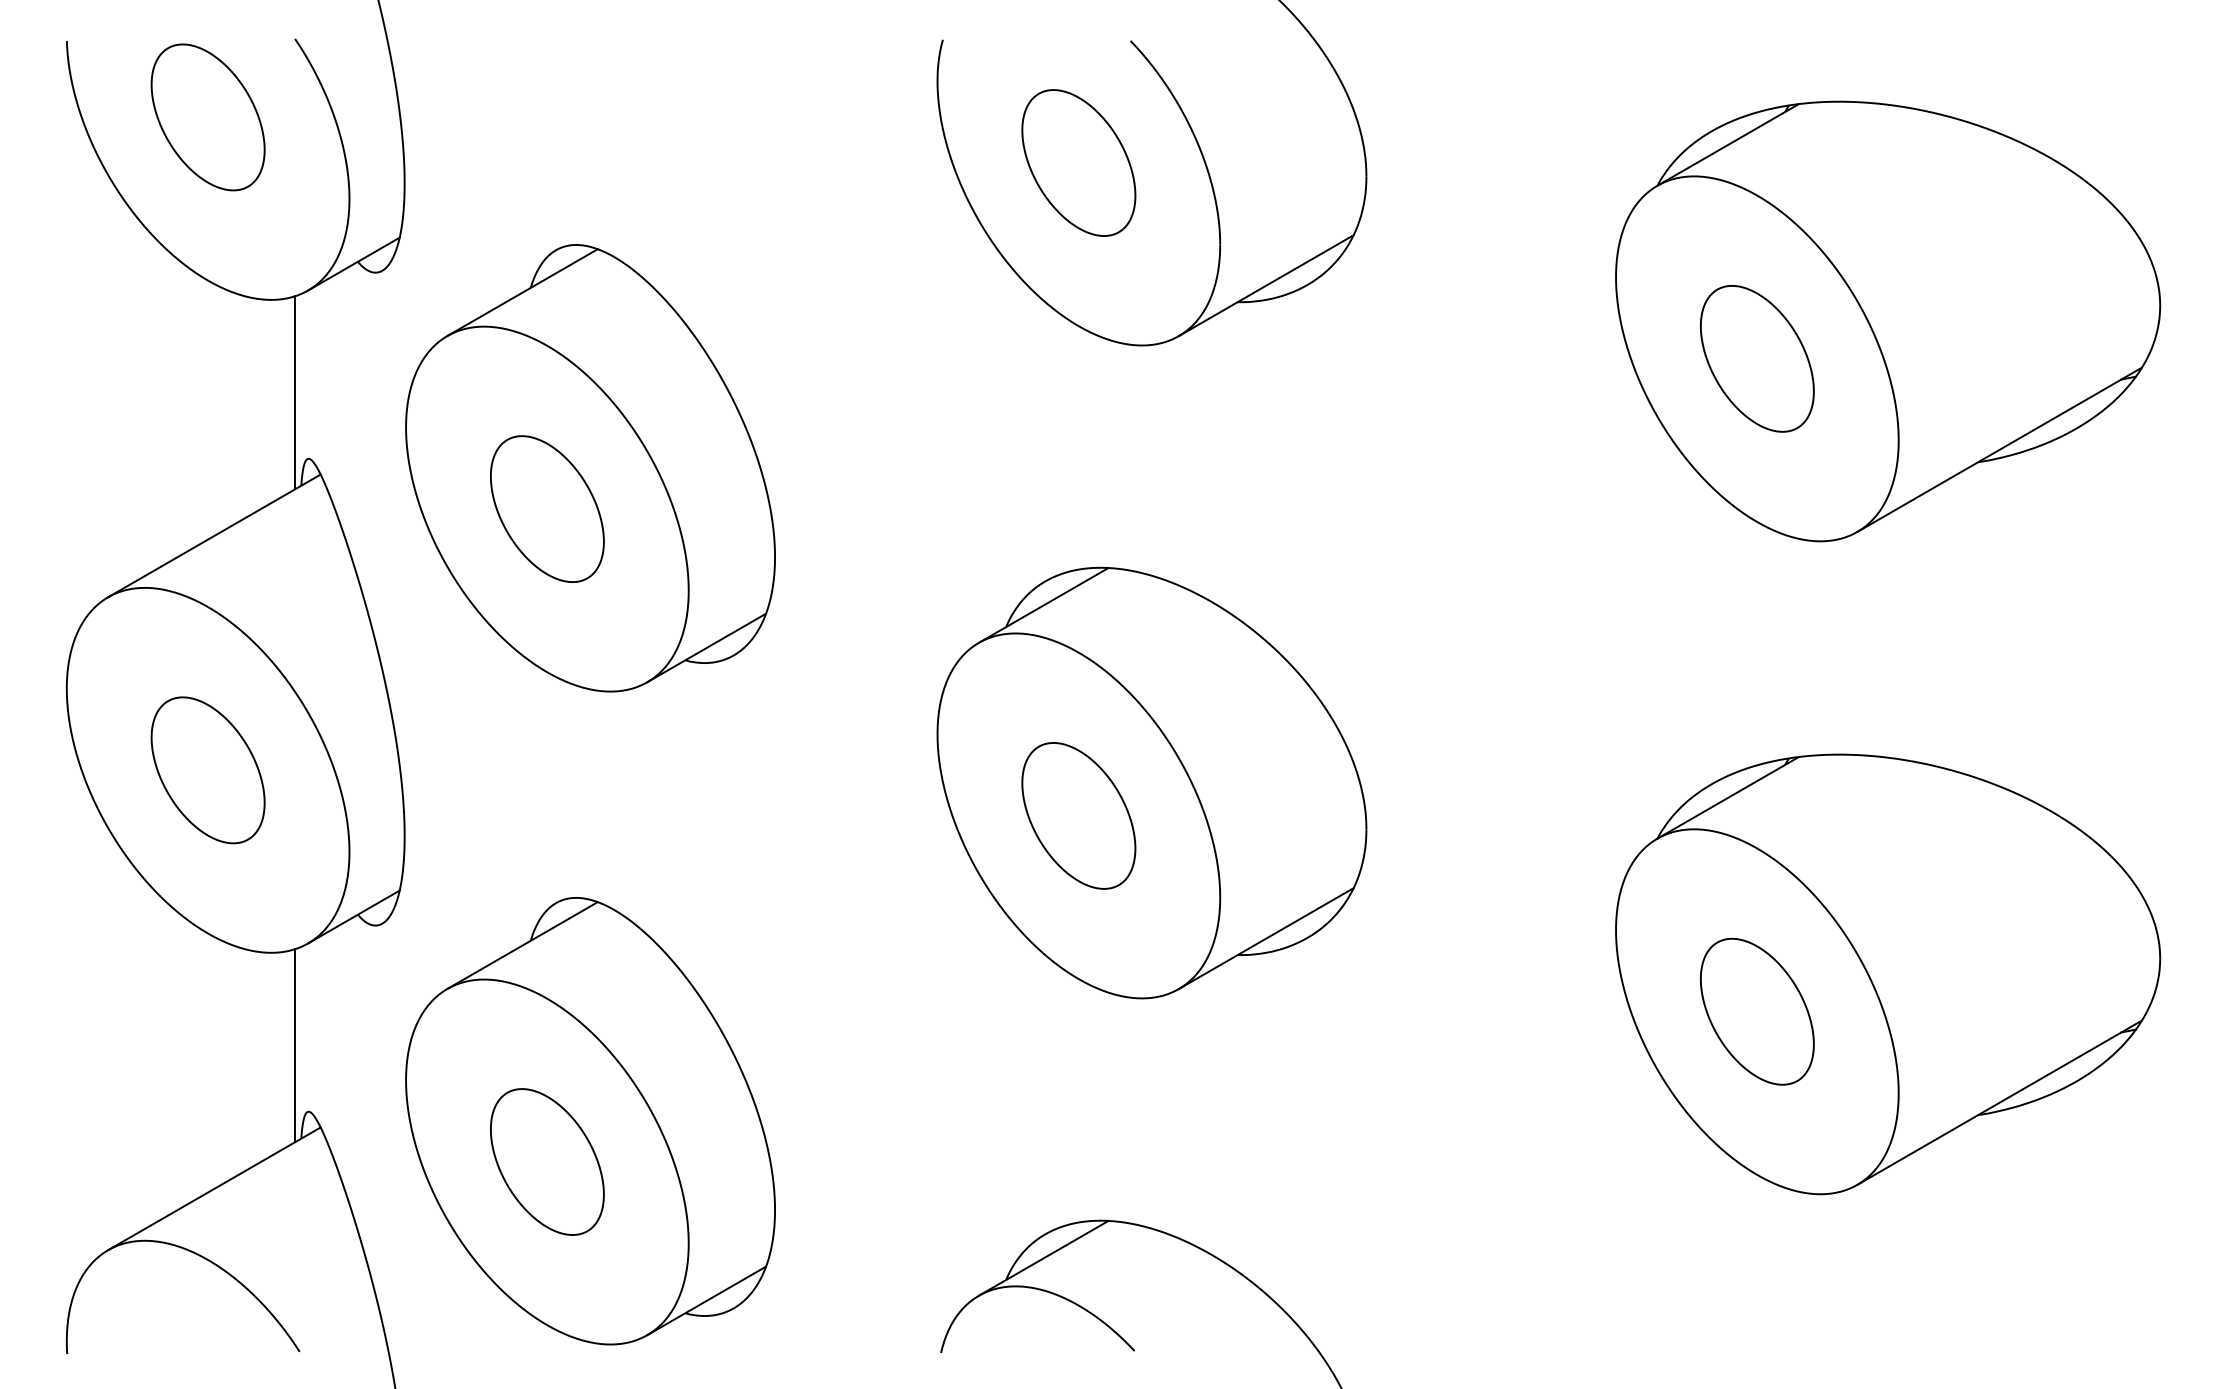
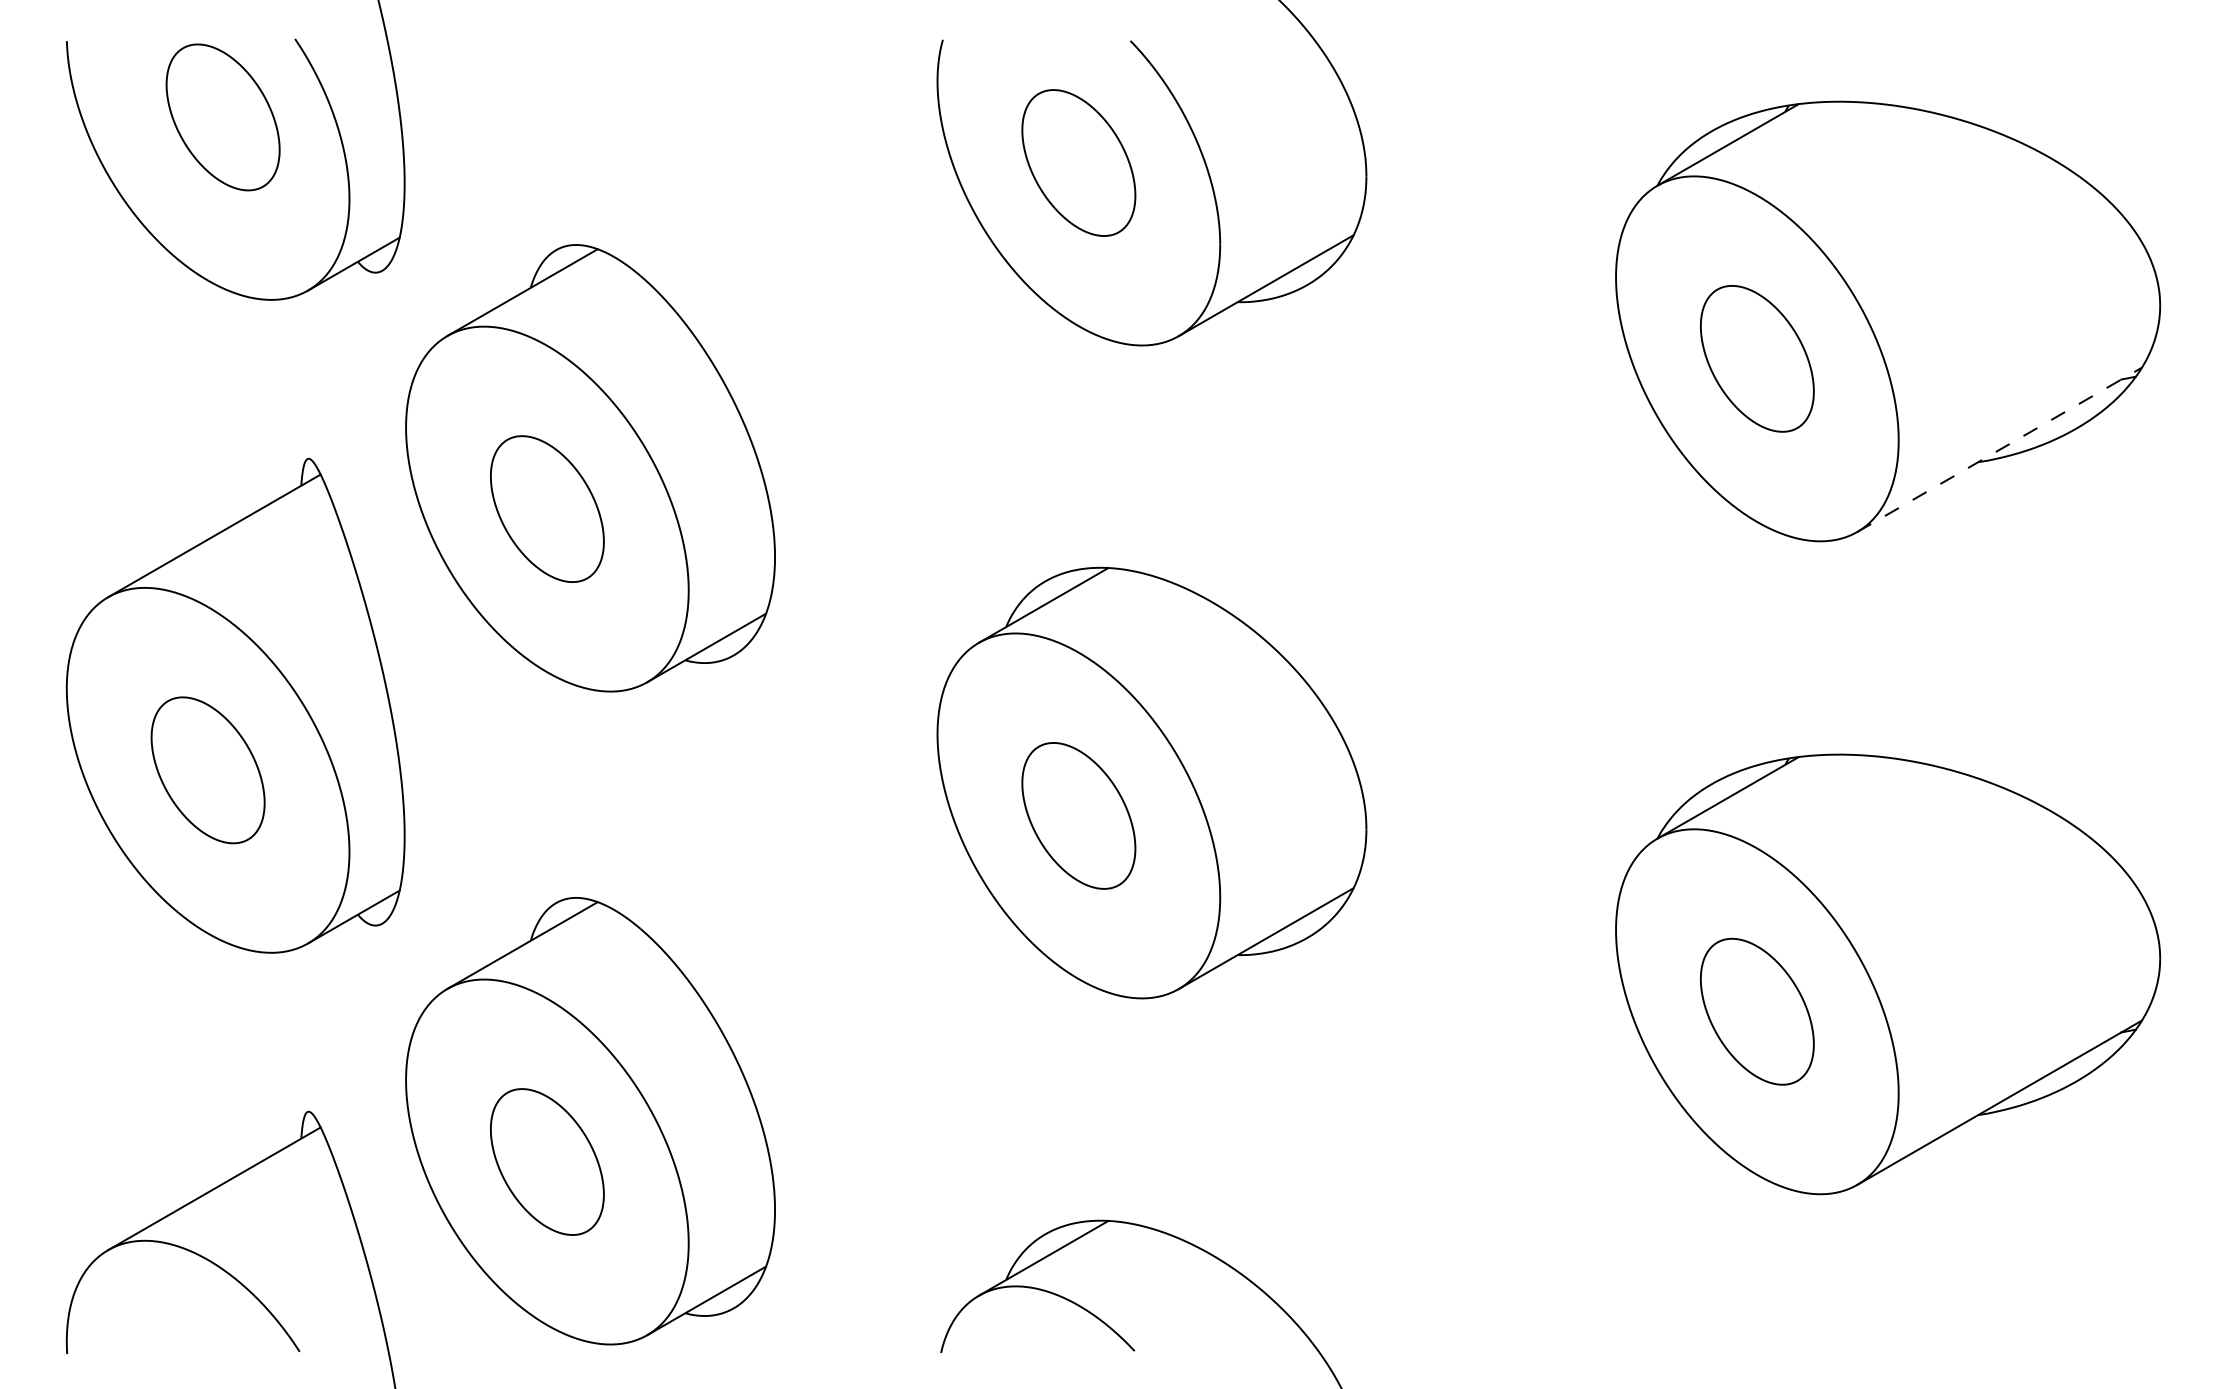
part at (207, 117) position: (207, 117) -> (222, 117)
line at (295, 392): present -> none
line at (2000, 449): solid -> dashed
line at (295, 1045): present -> none
